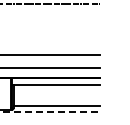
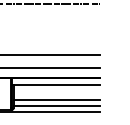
line at (56, 99): none -> present
line at (50, 111): dashed -> solid
